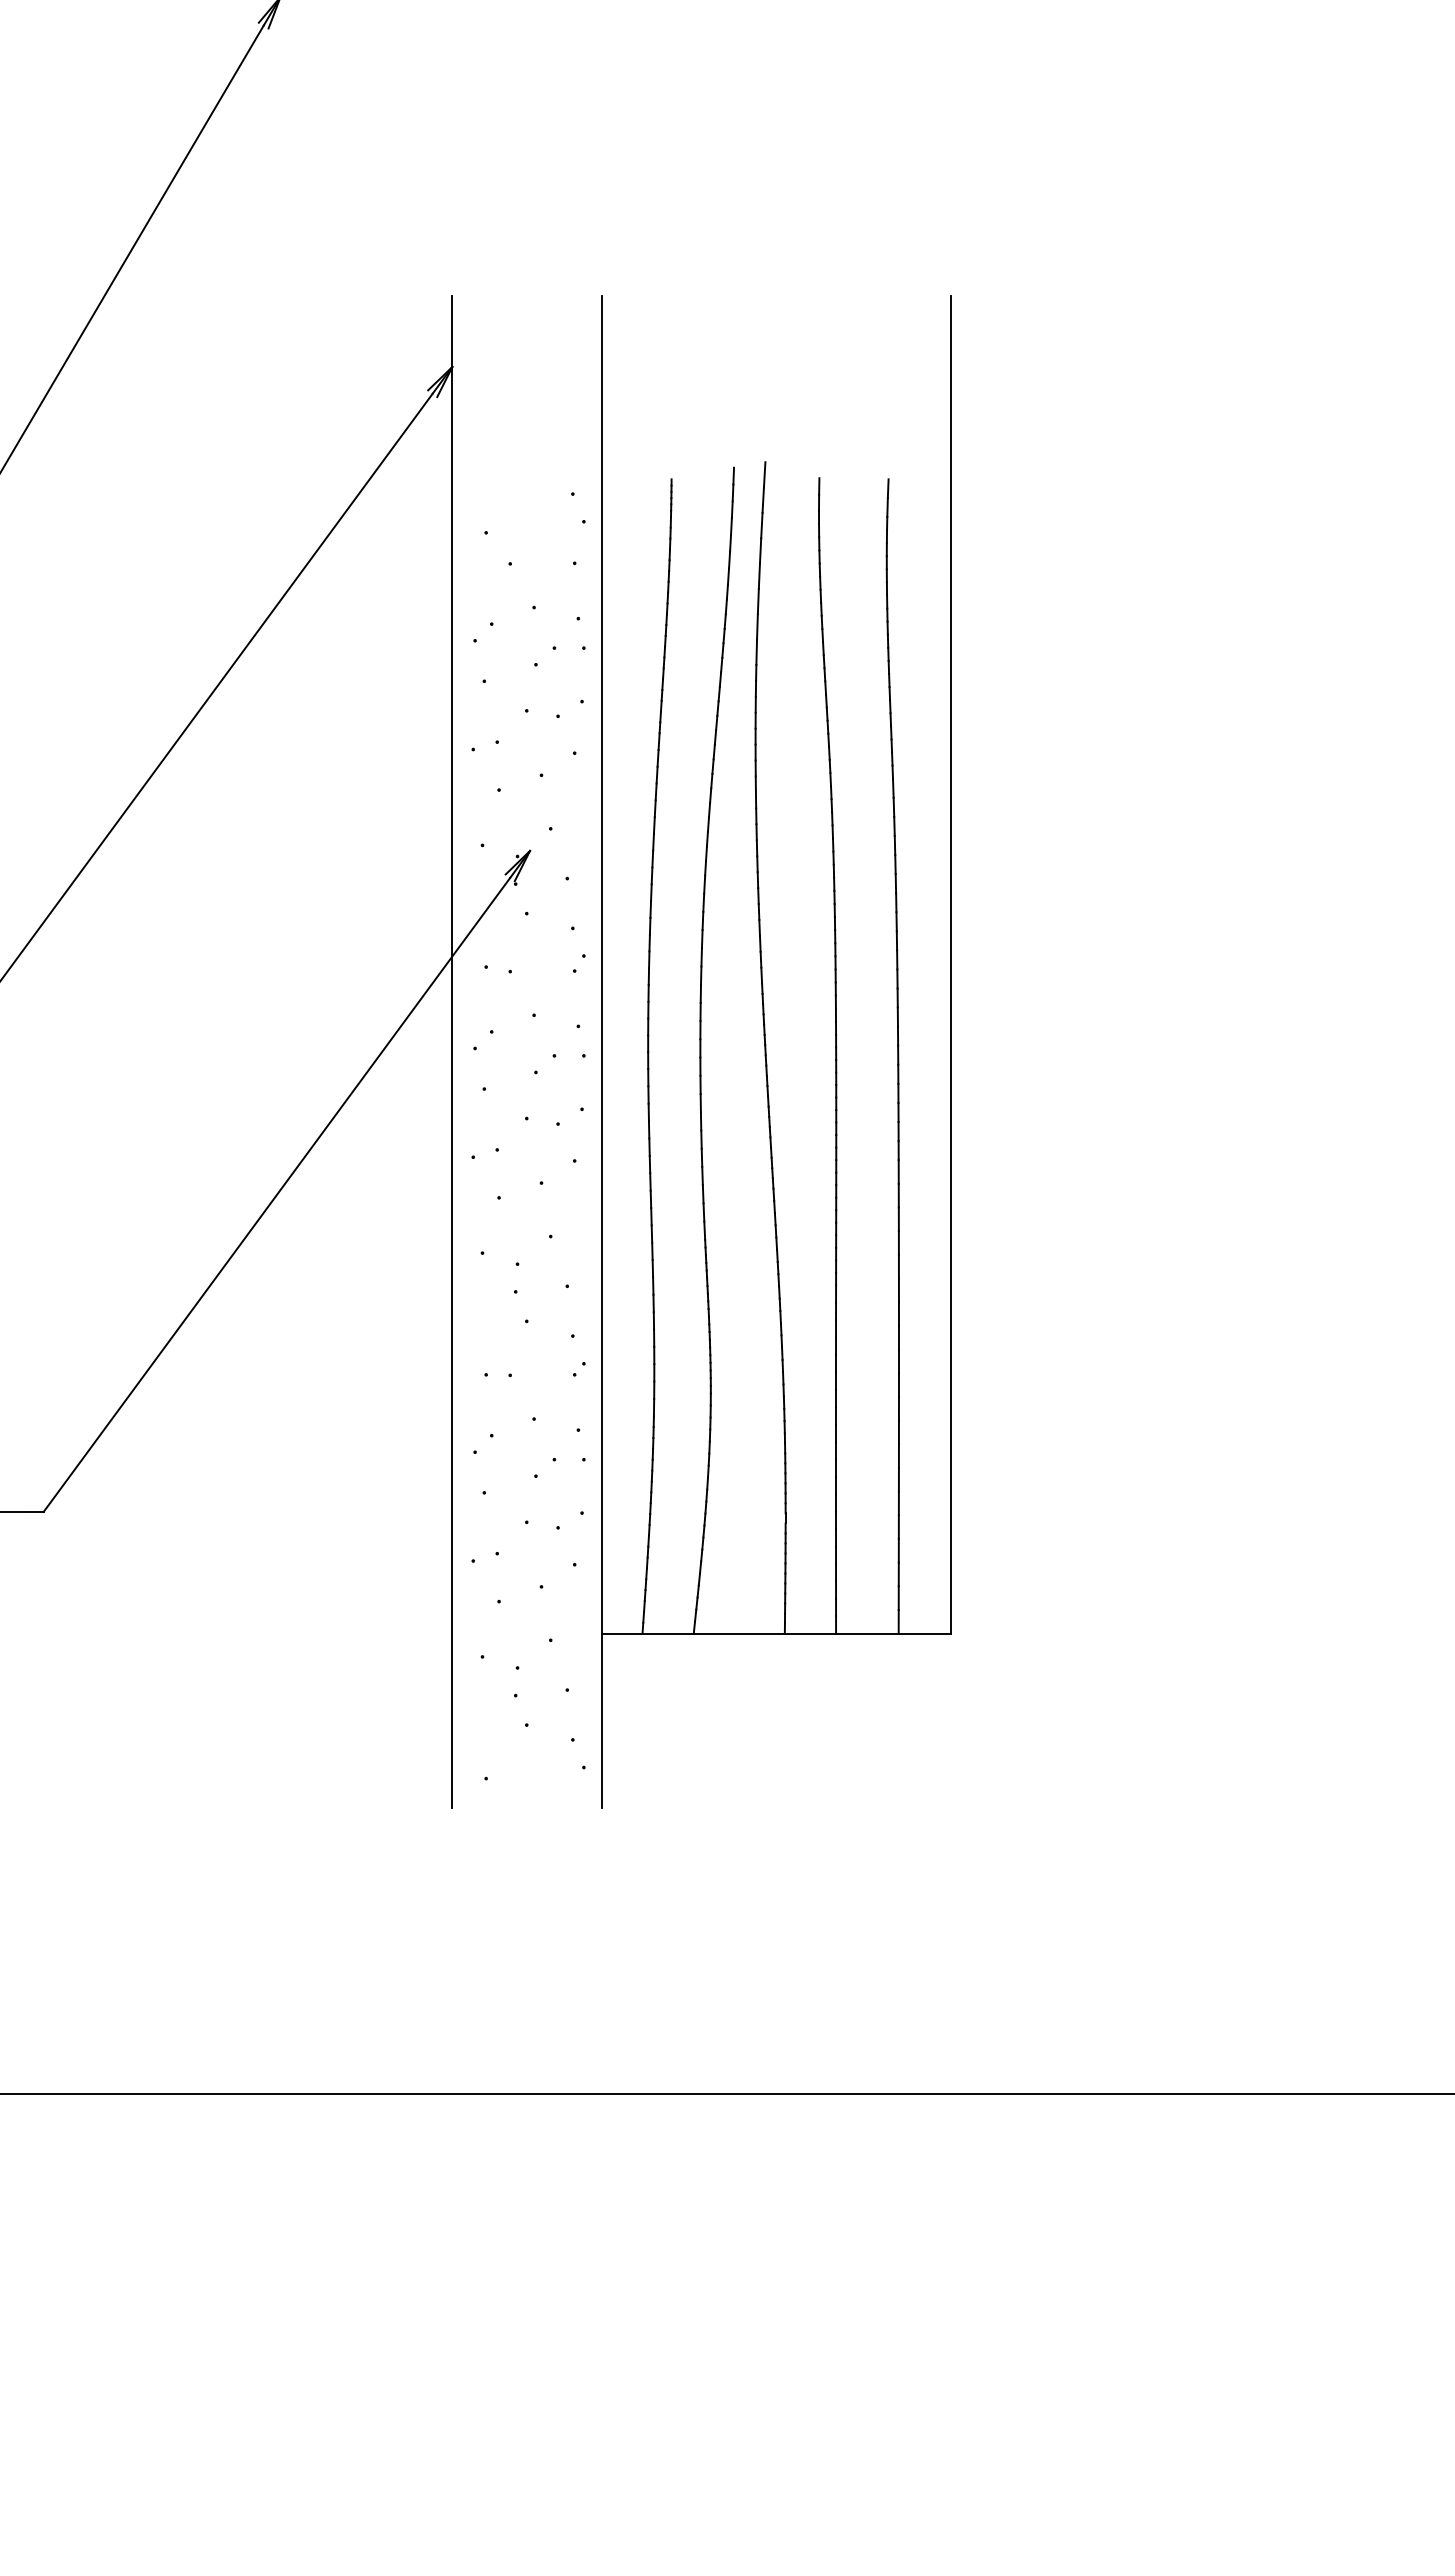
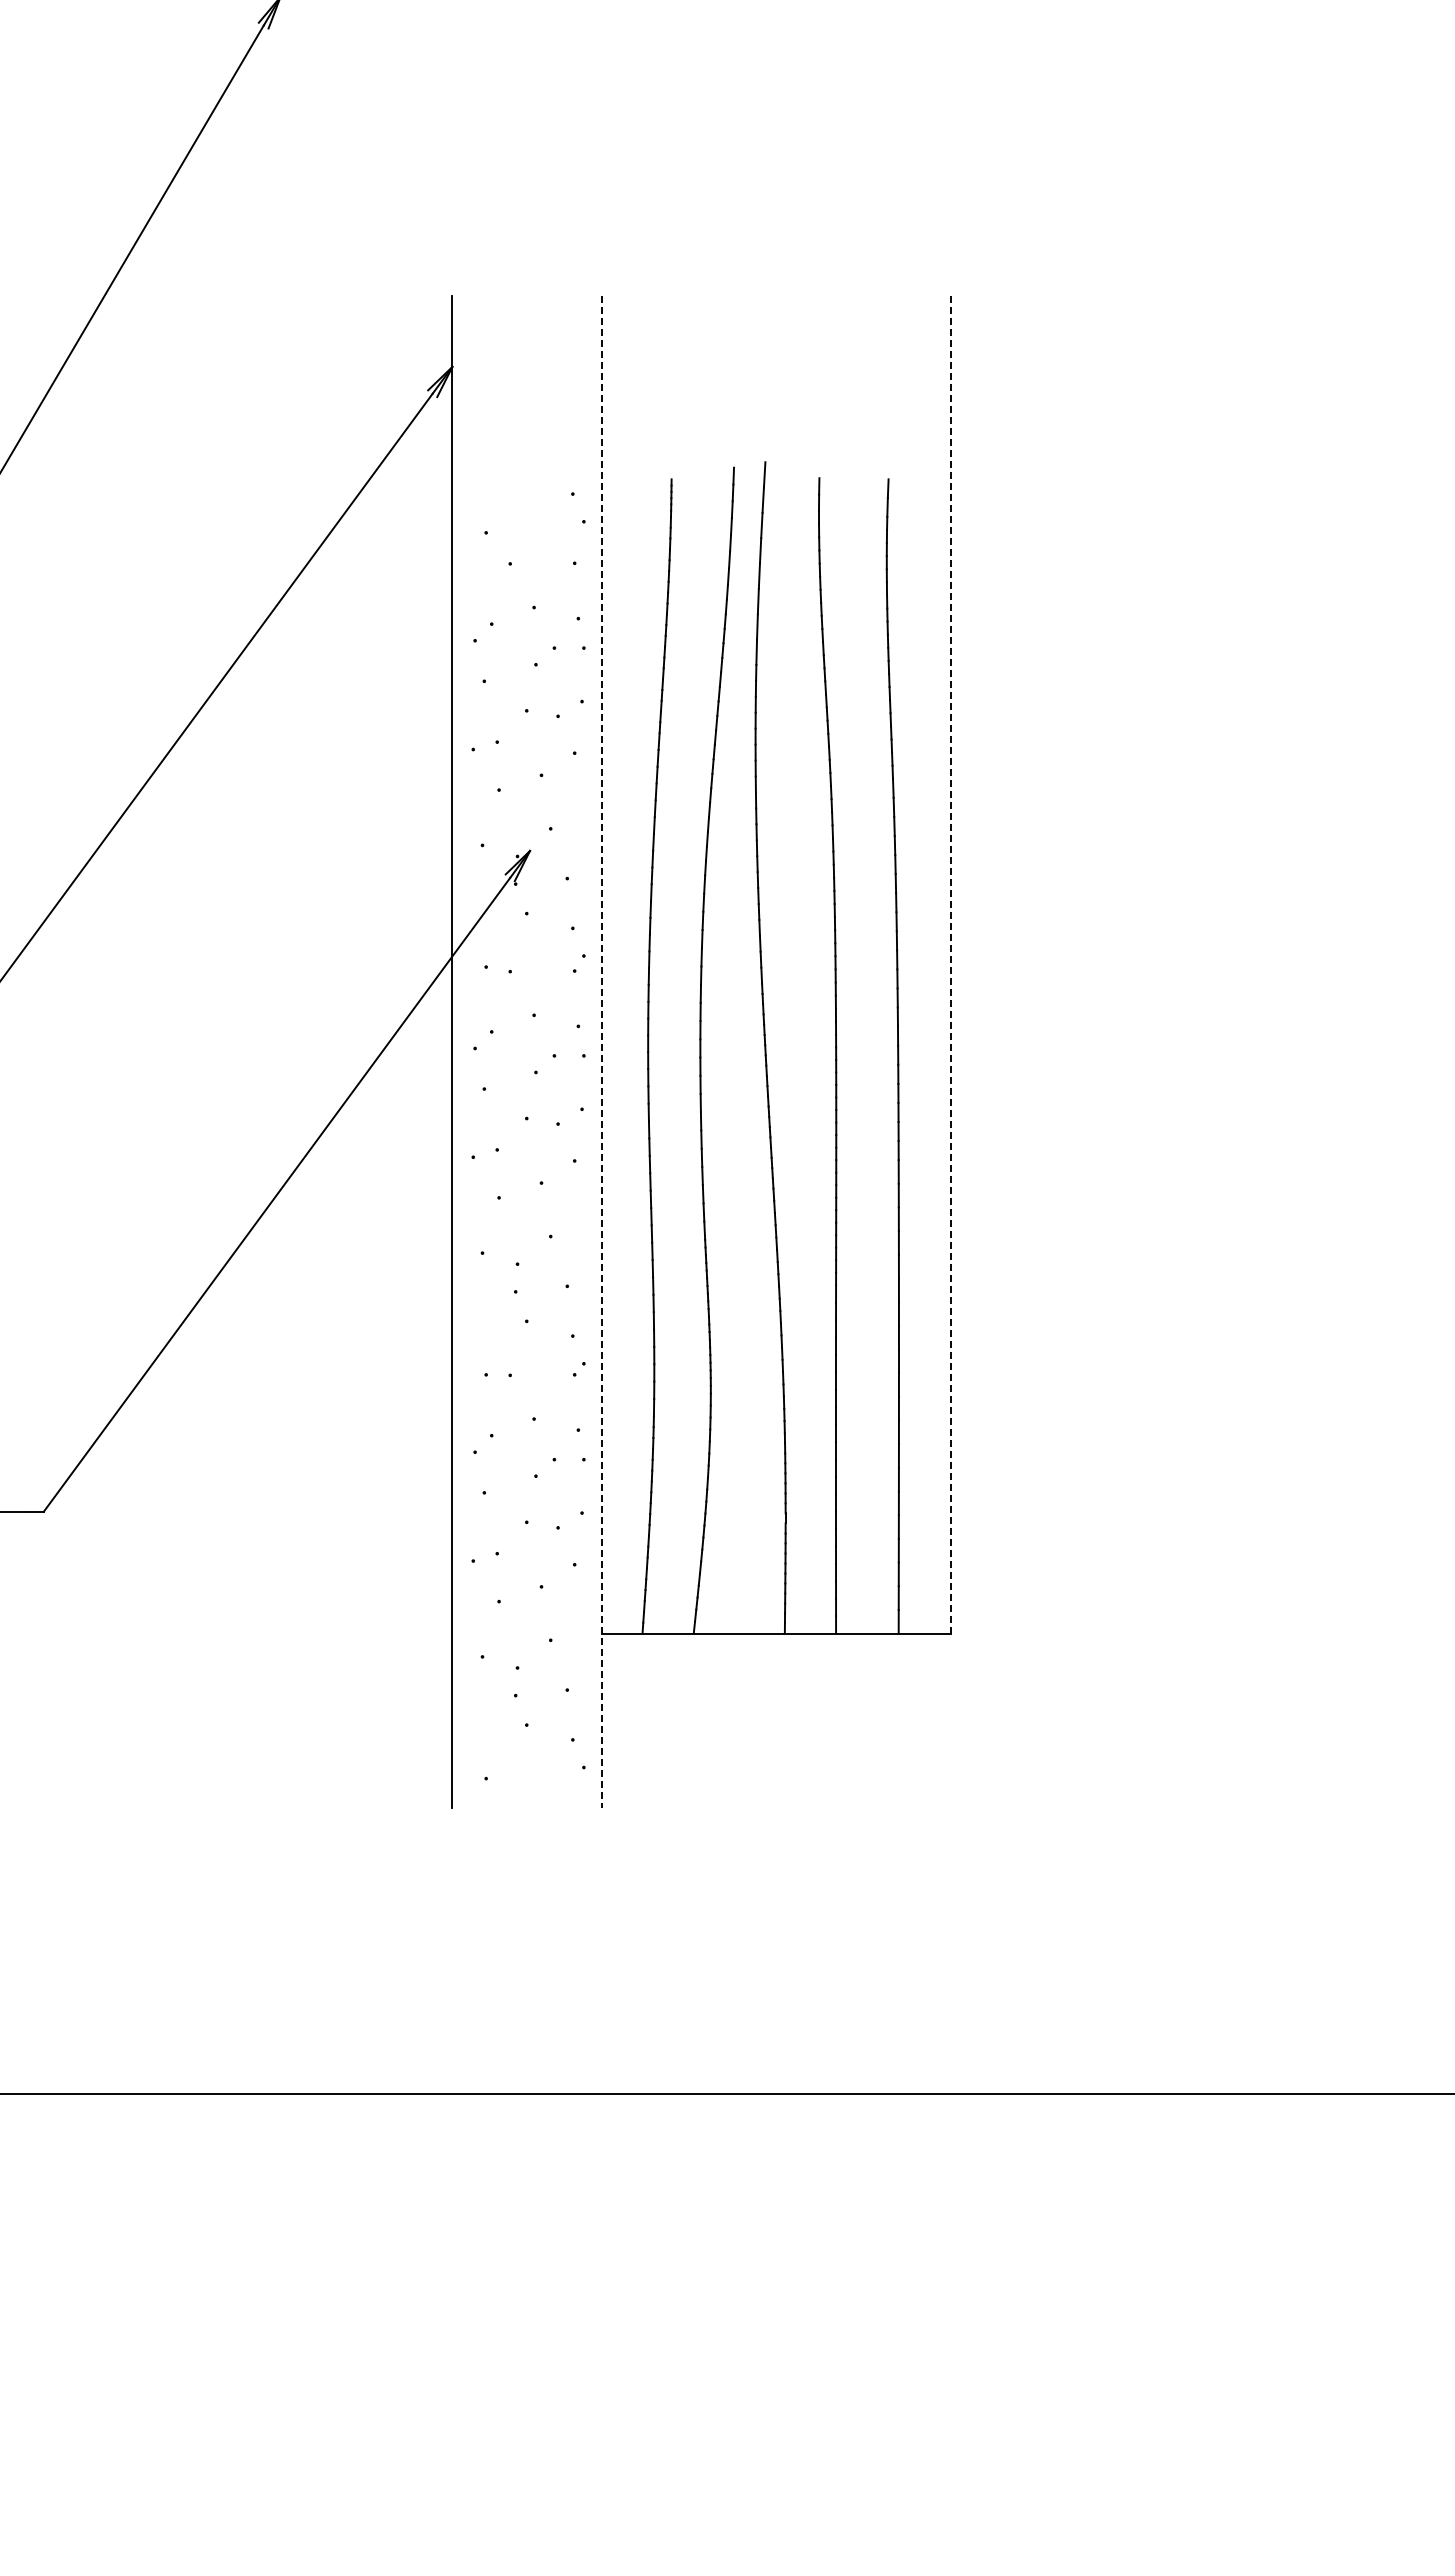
line at (950, 964): solid -> dashed
line at (601, 1051): solid -> dashed
